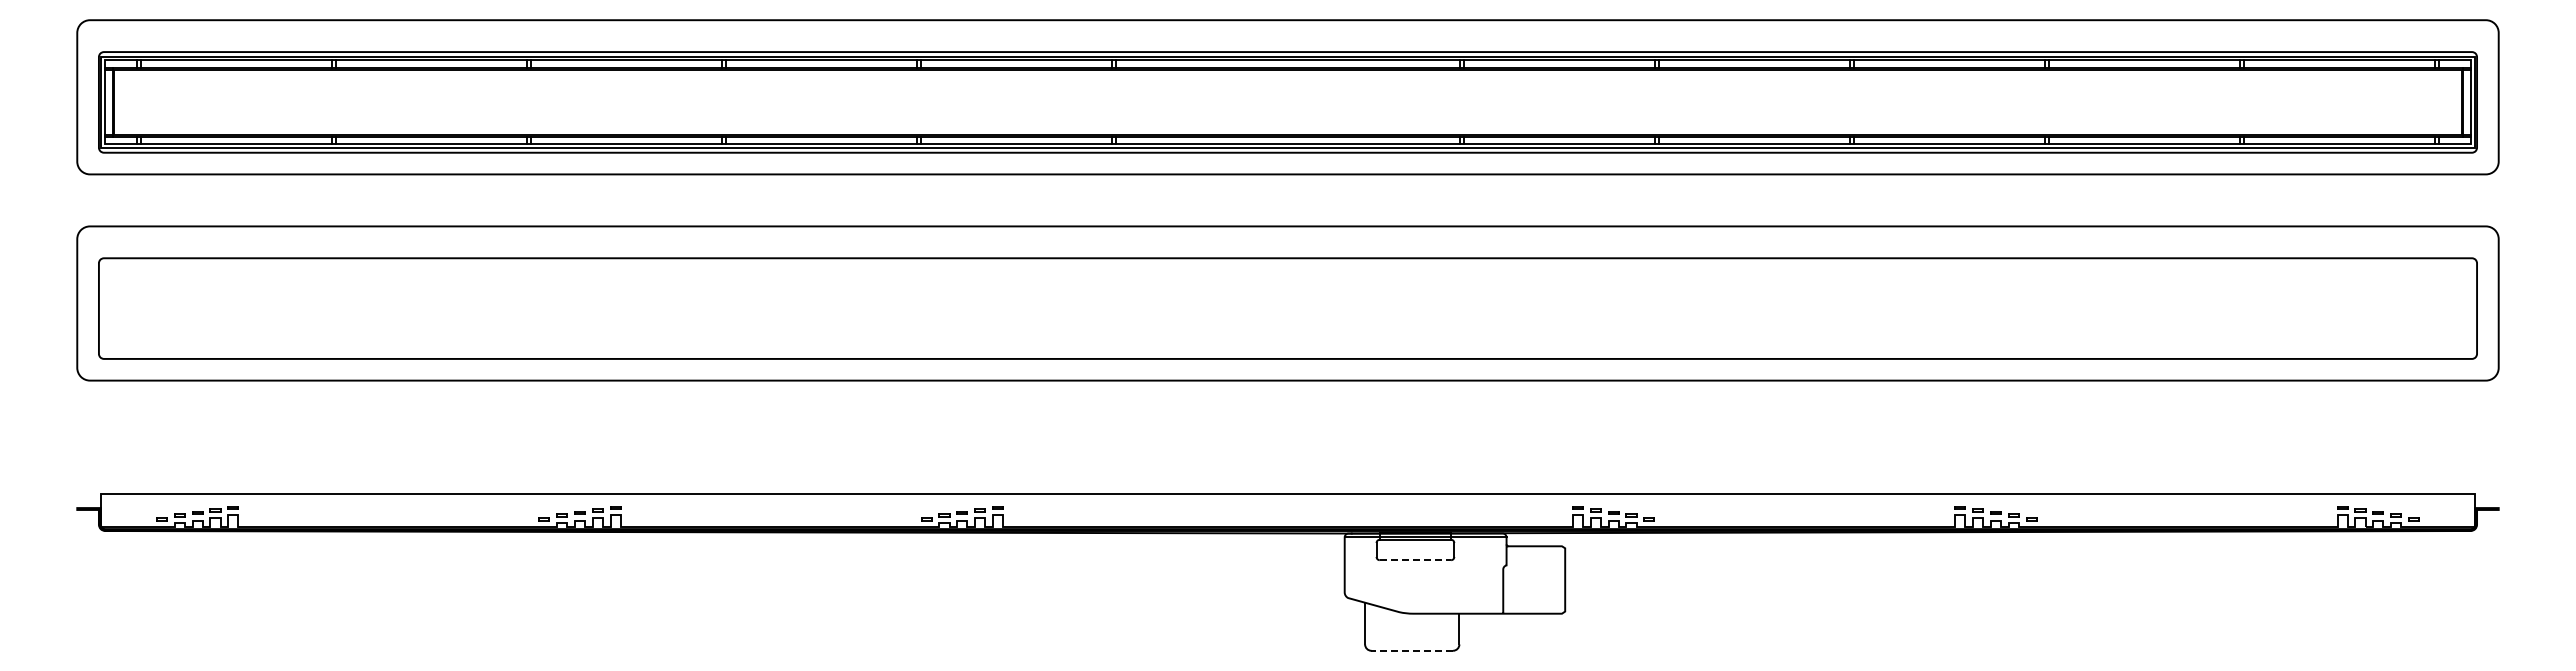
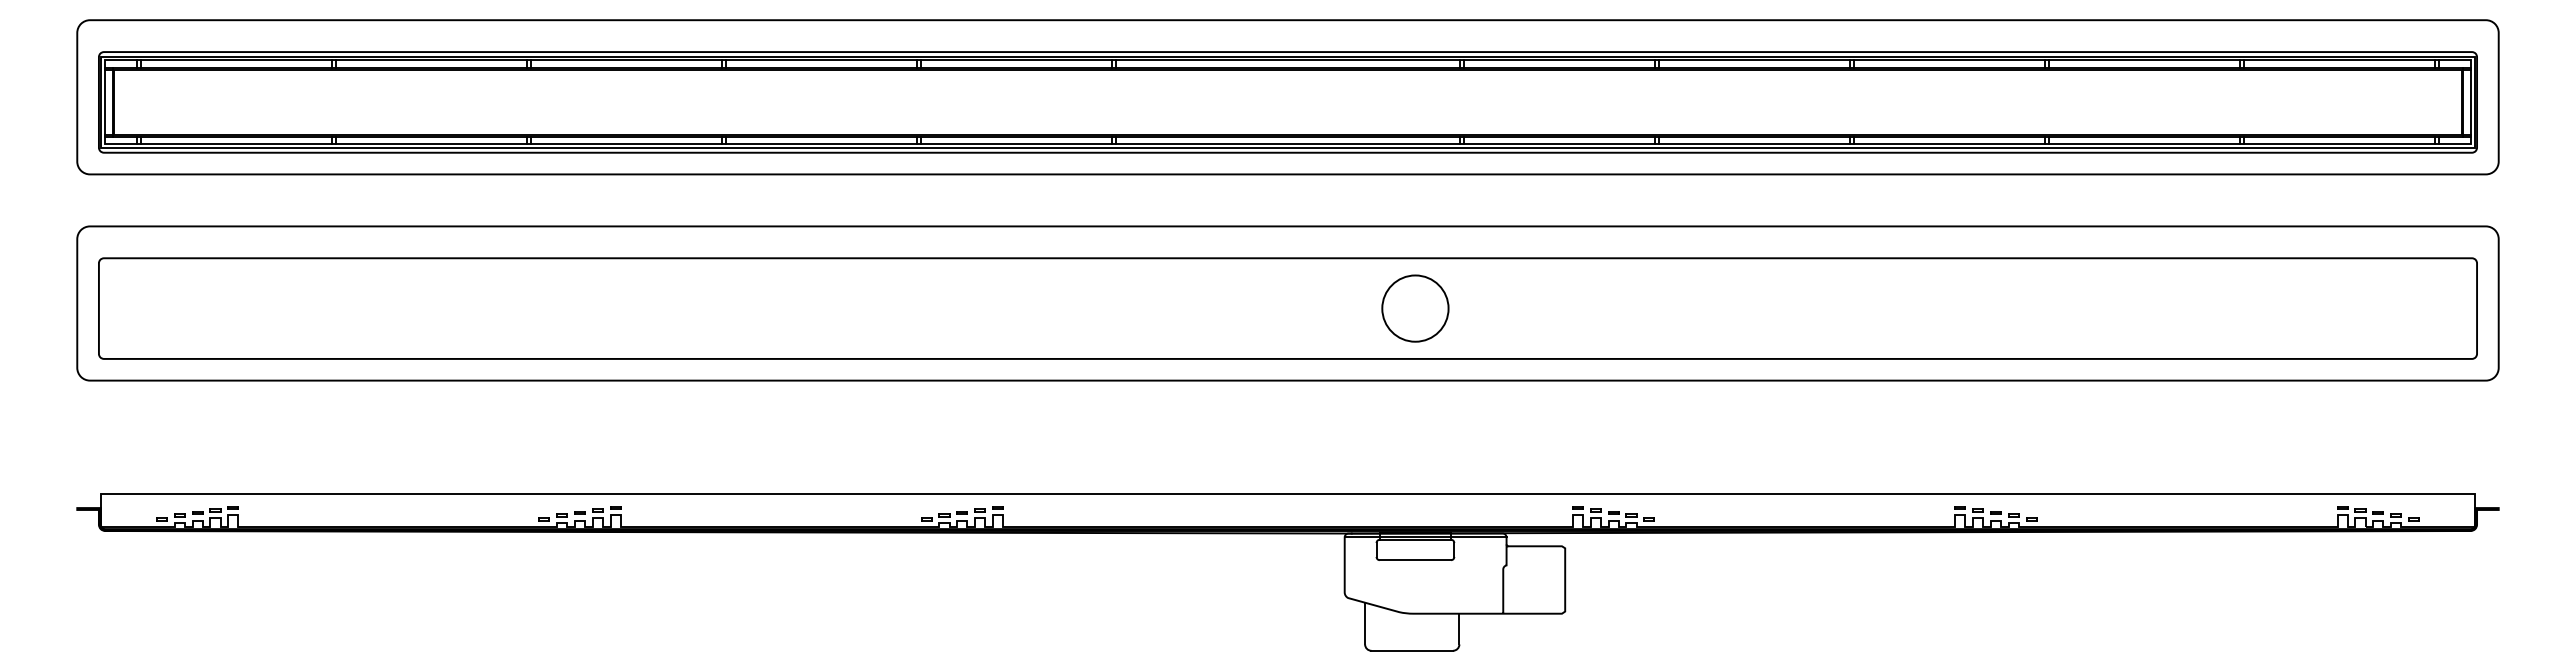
circle at (1415, 308): none -> present
line at (1415, 560): dashed -> solid
line at (1412, 650): dashed -> solid
